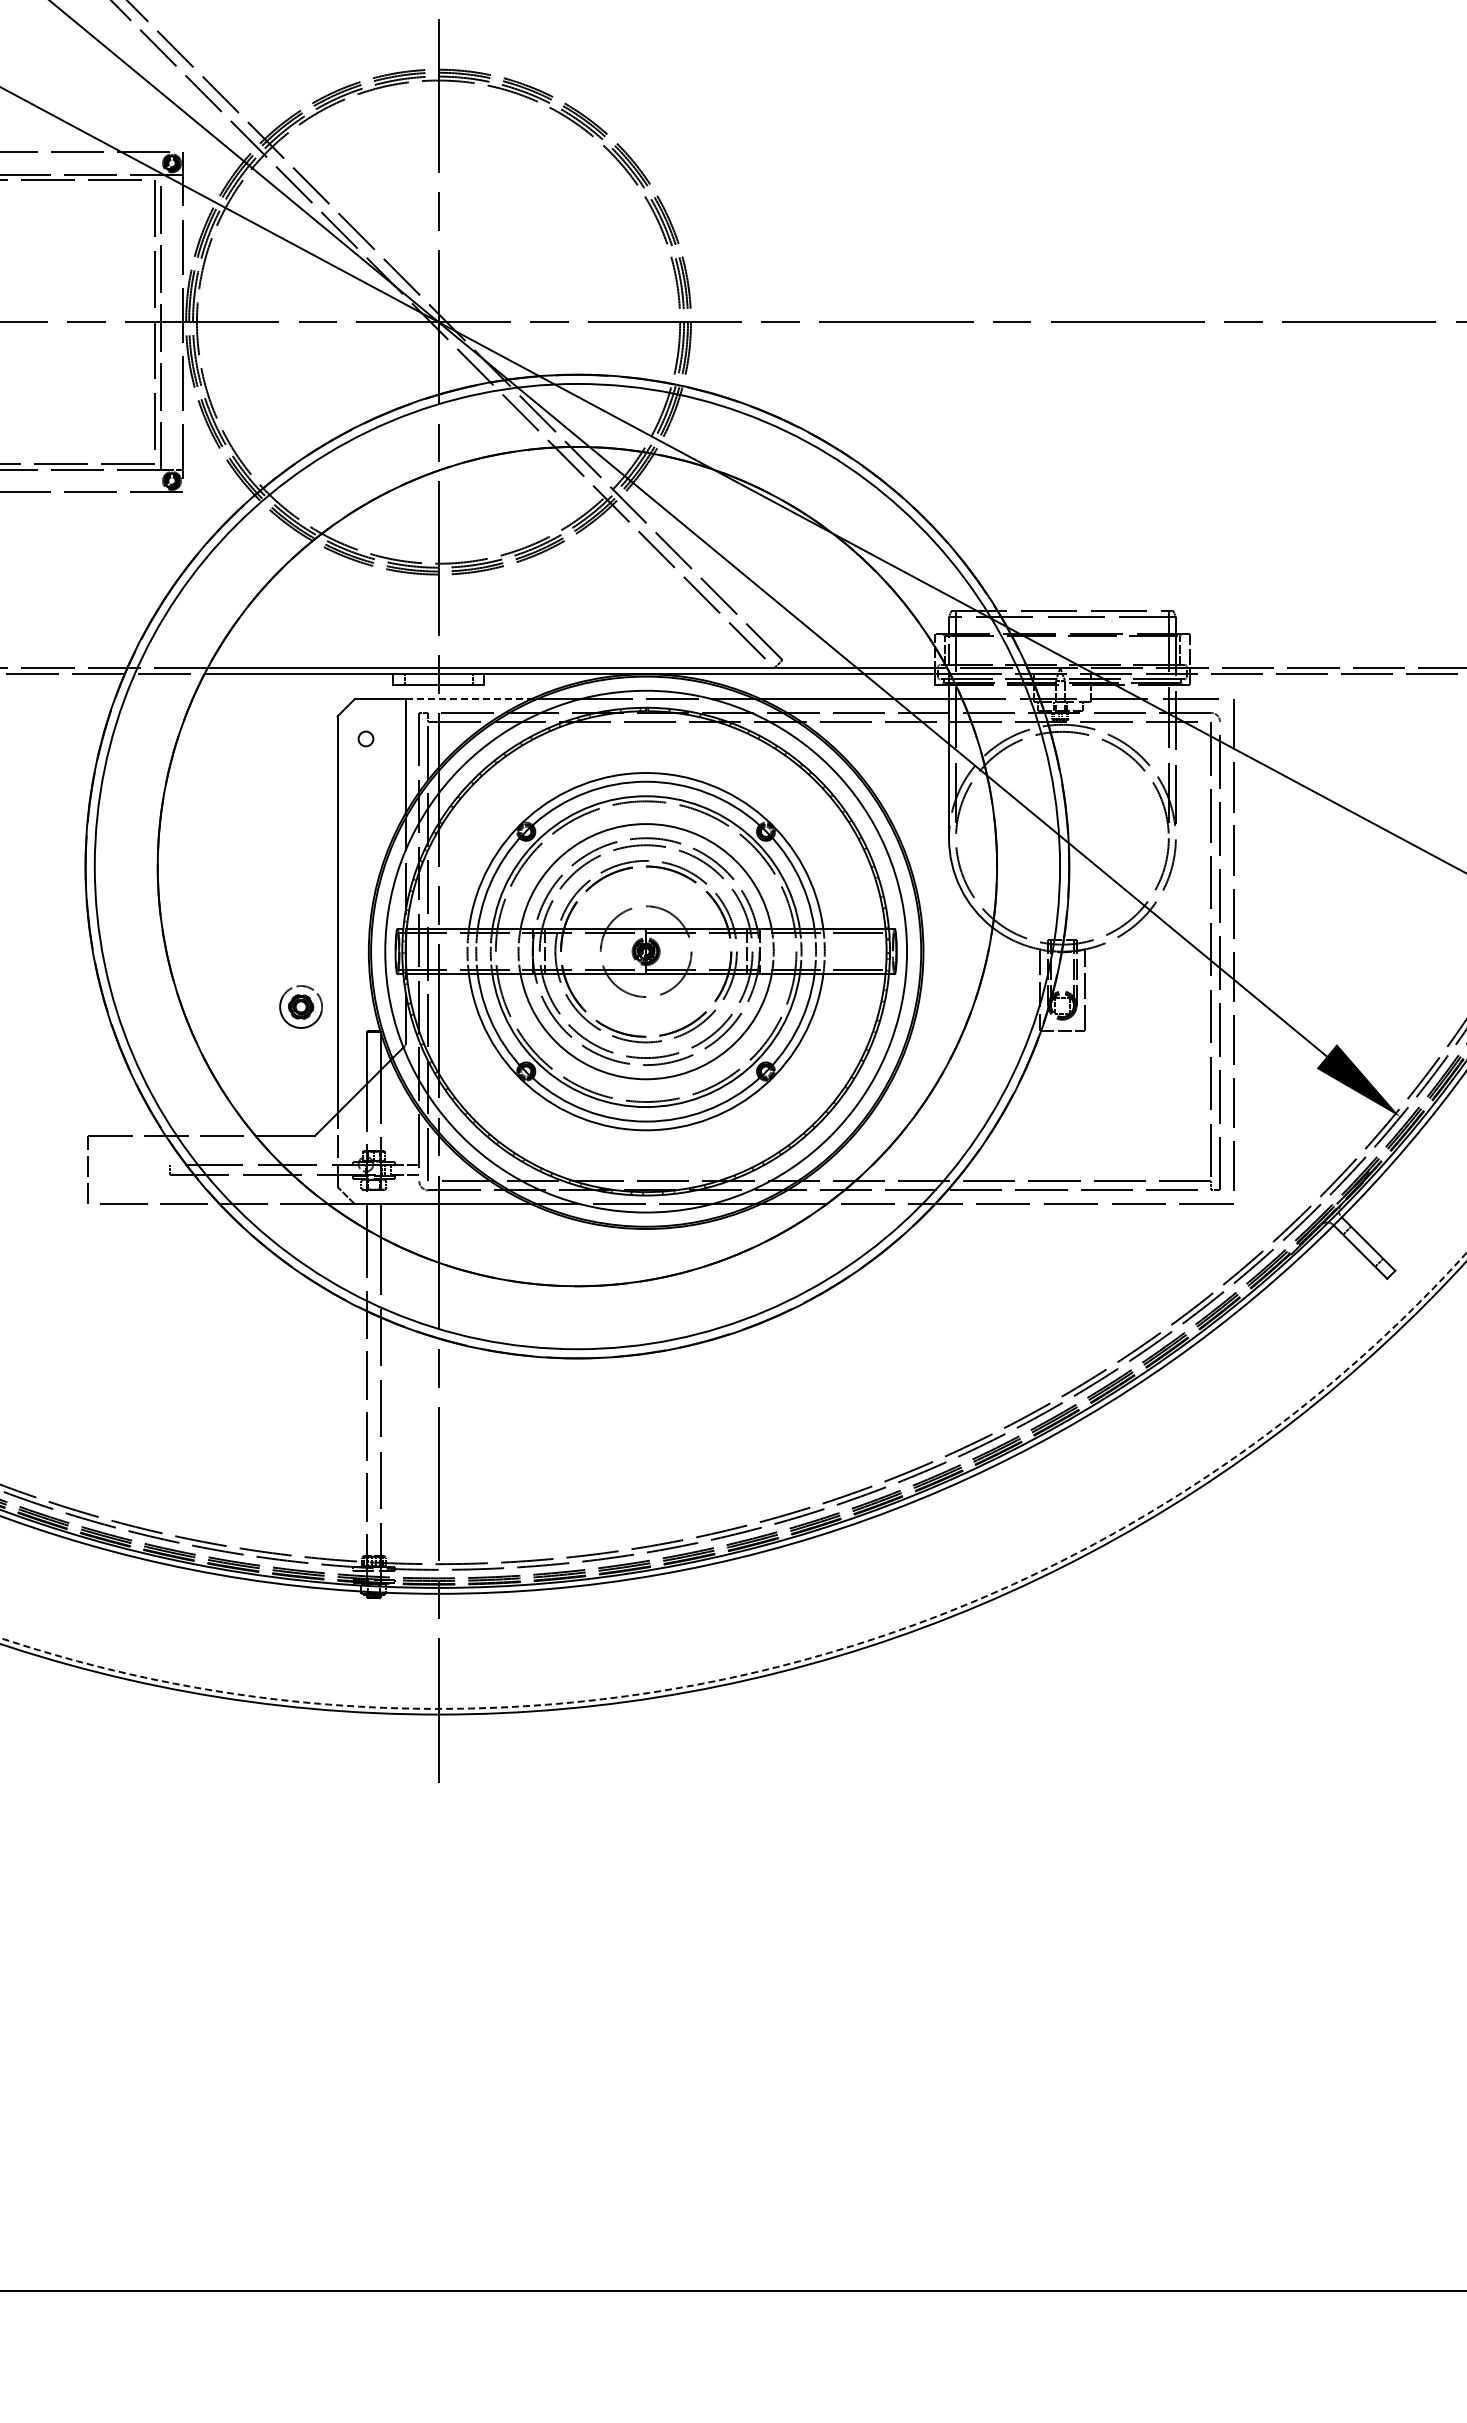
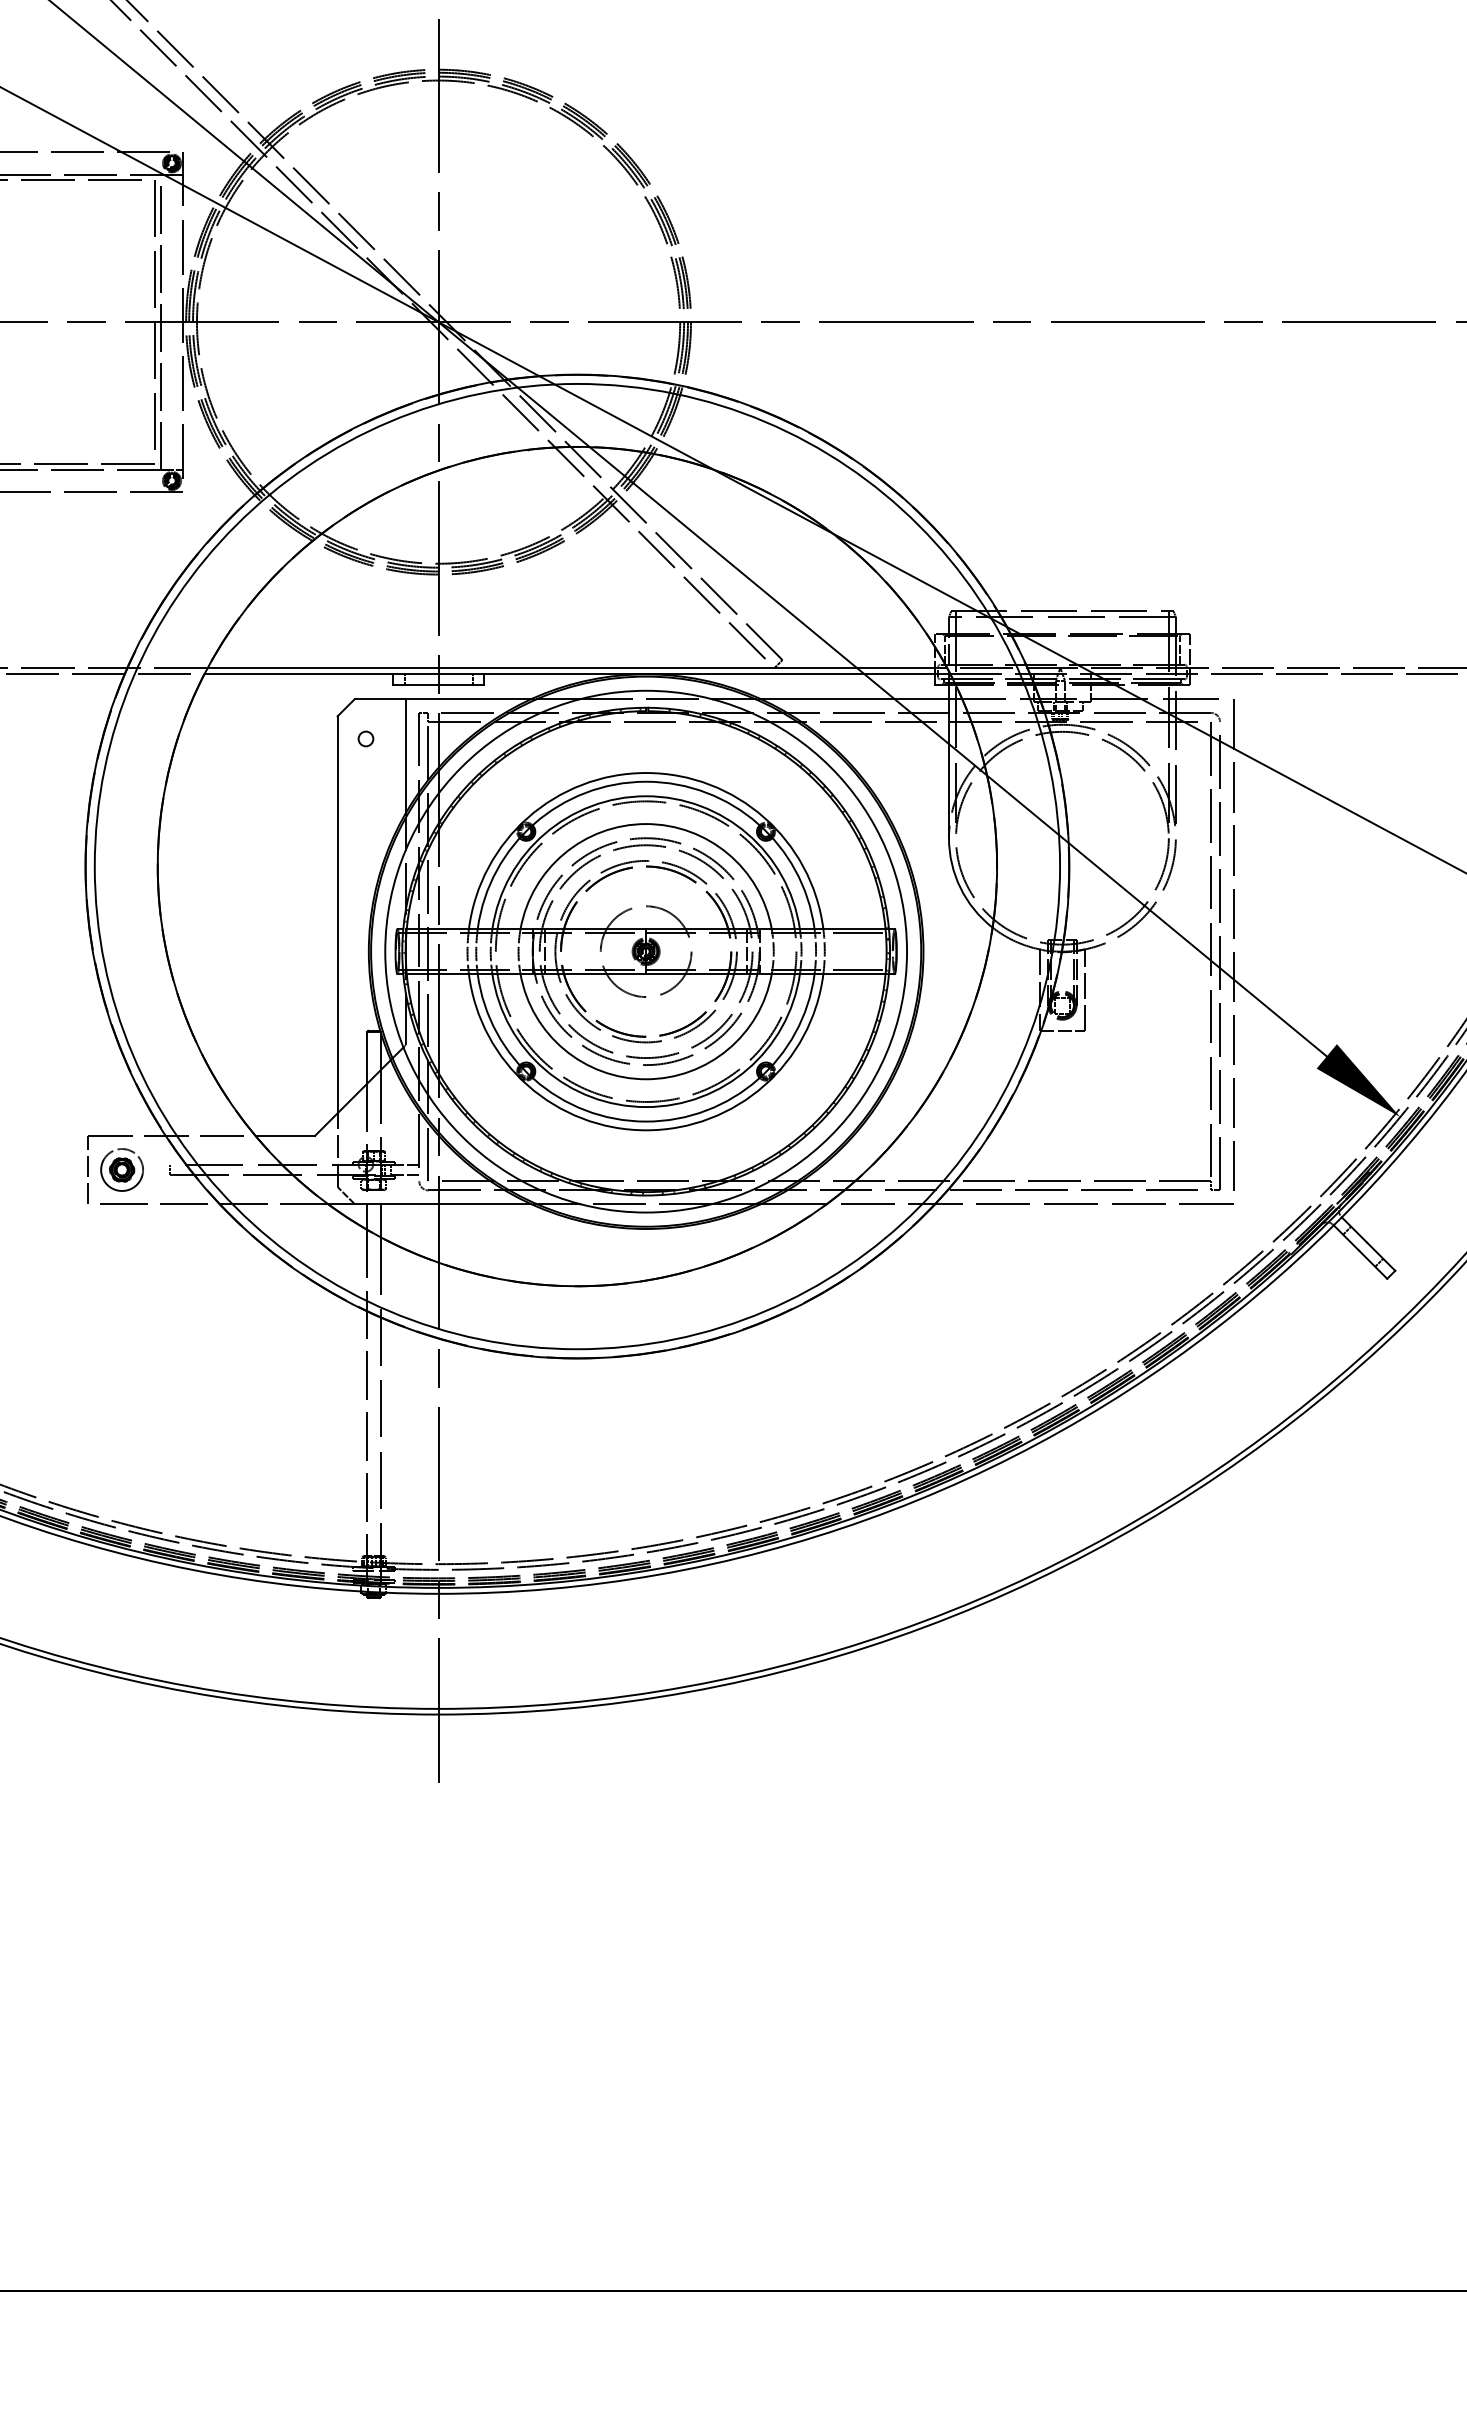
line at (468, 699): dashed -> solid
part at (300, 1006) position: (300, 1006) -> (121, 1169)
arc at (789, 1663): dashed -> solid
